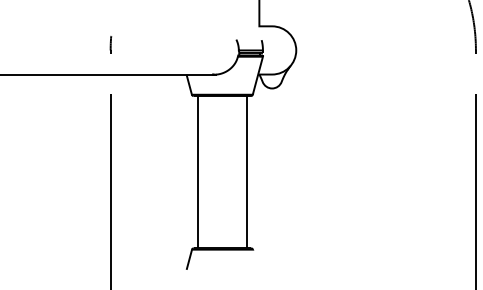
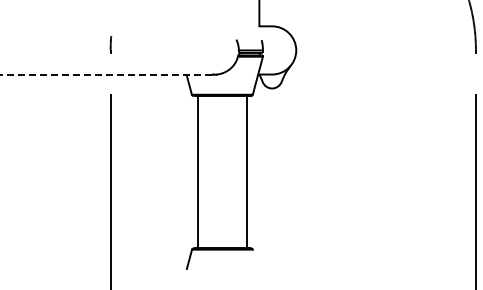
line at (109, 74): solid -> dashed
